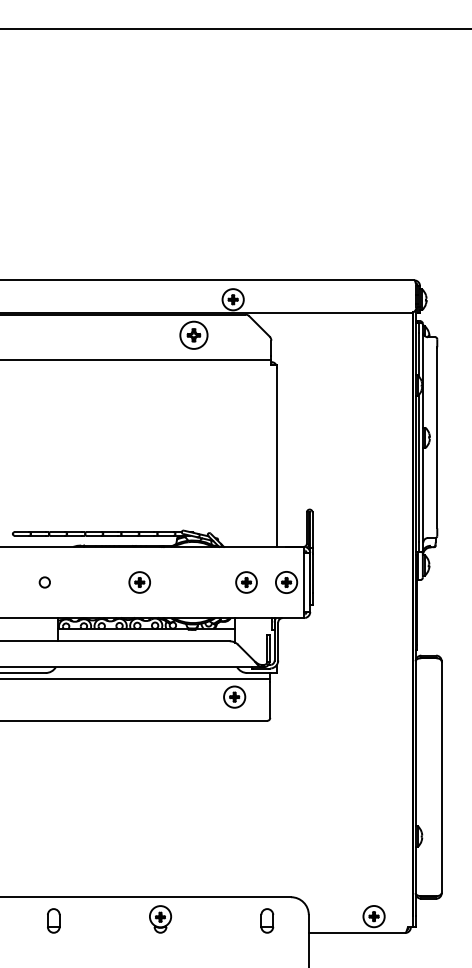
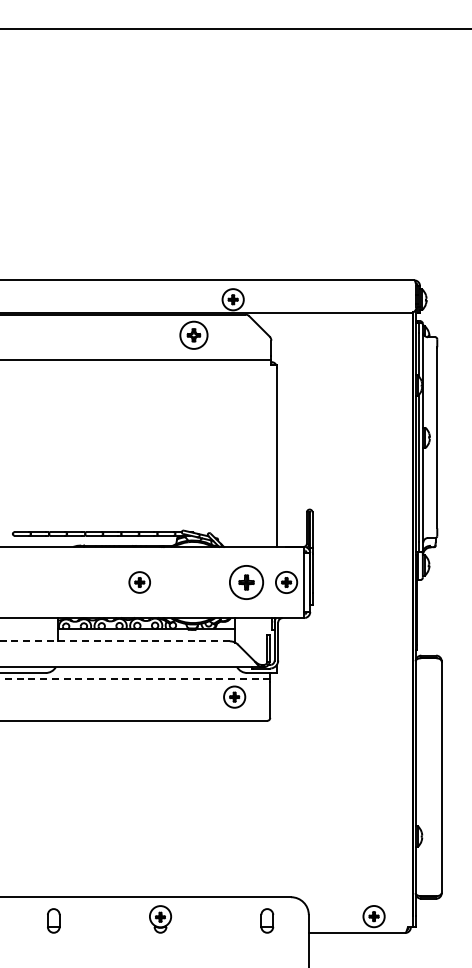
circle at (44, 582): present -> none
part at (246, 582) size: 23x23 px -> 36x35 px
line at (114, 641): solid -> dashed
line at (135, 678): solid -> dashed
